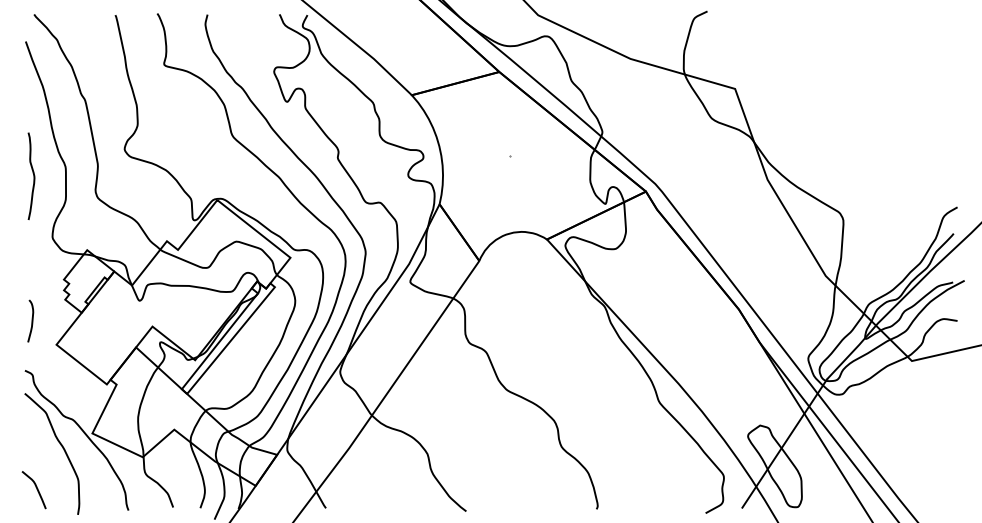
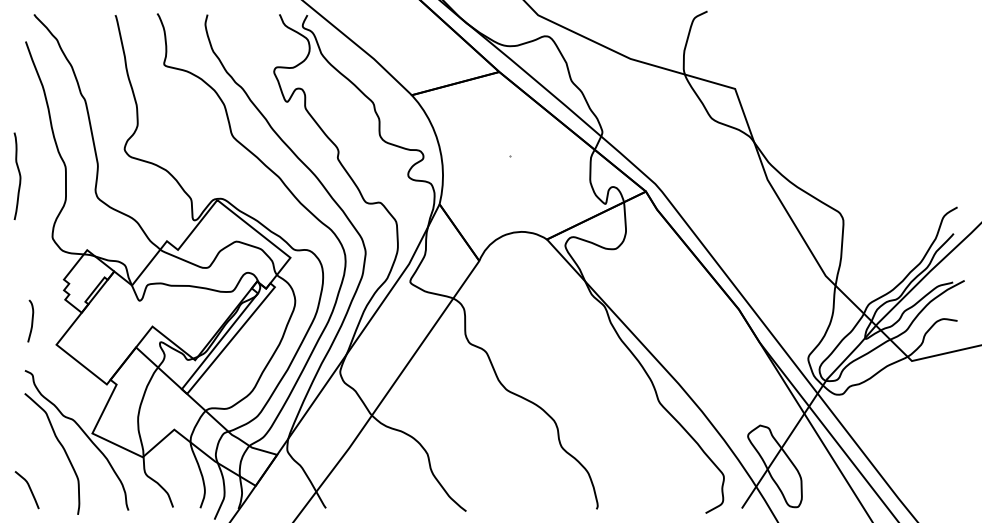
curve at (33, 176) position: (33, 176) -> (19, 176)
curve at (36, 489) position: (36, 489) -> (29, 489)
